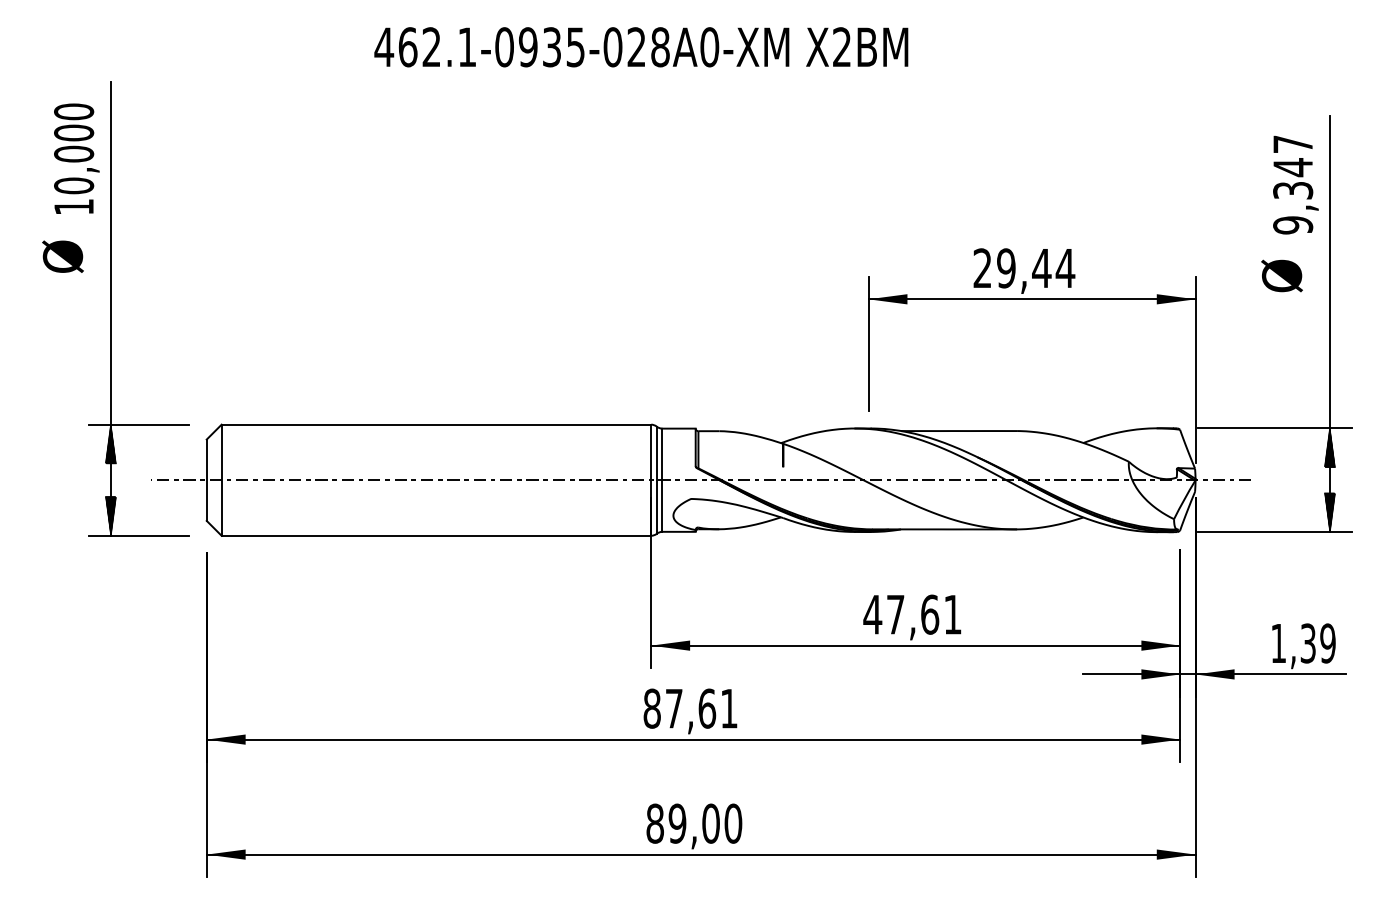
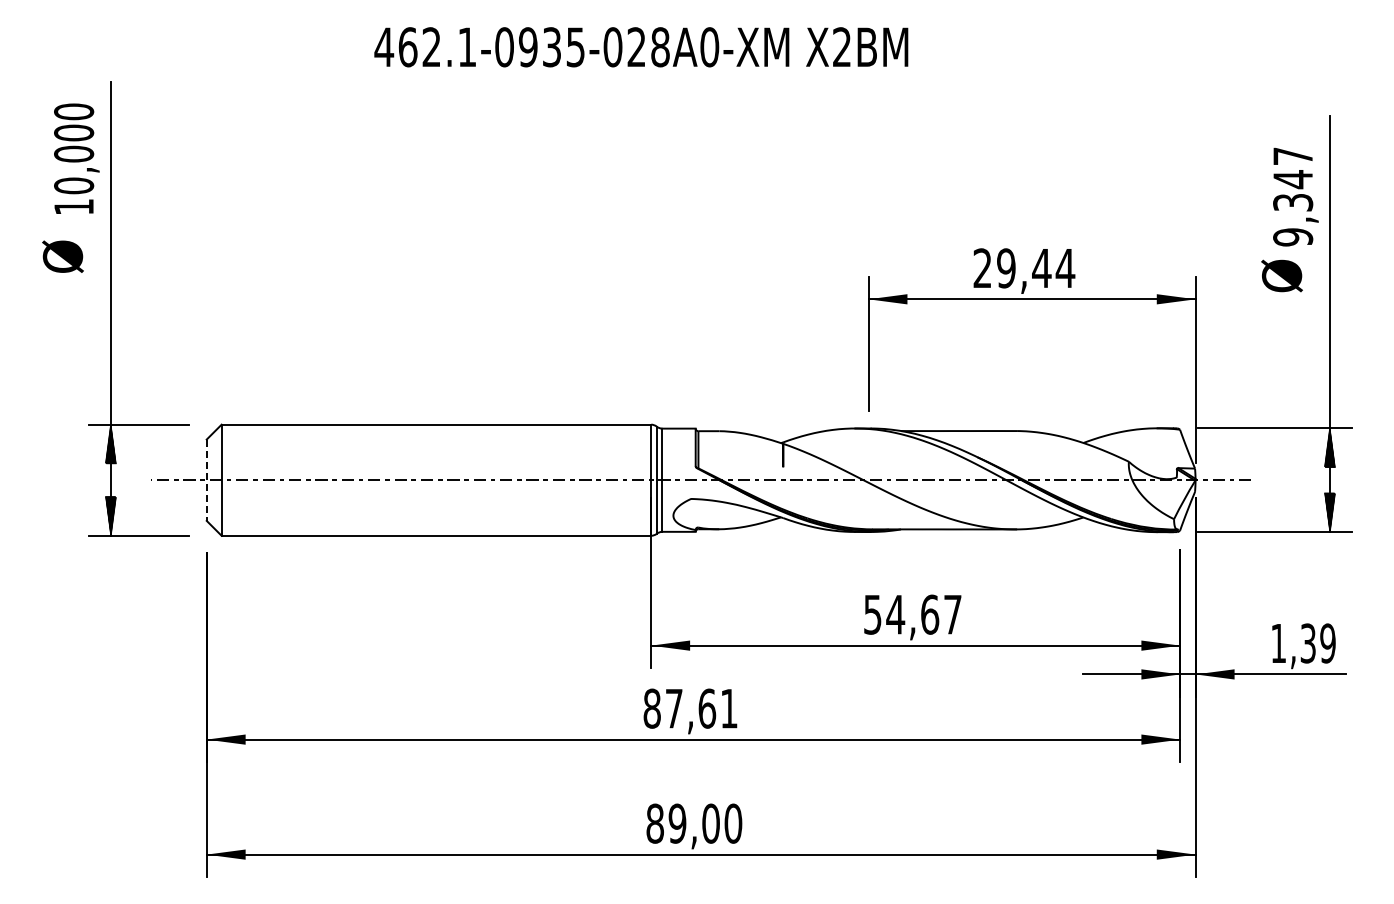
text at (1295, 184) position: (1295, 184) -> (1295, 196)
line at (206, 480): solid -> dashed
text at (912, 614): 47,61 -> 54,67
